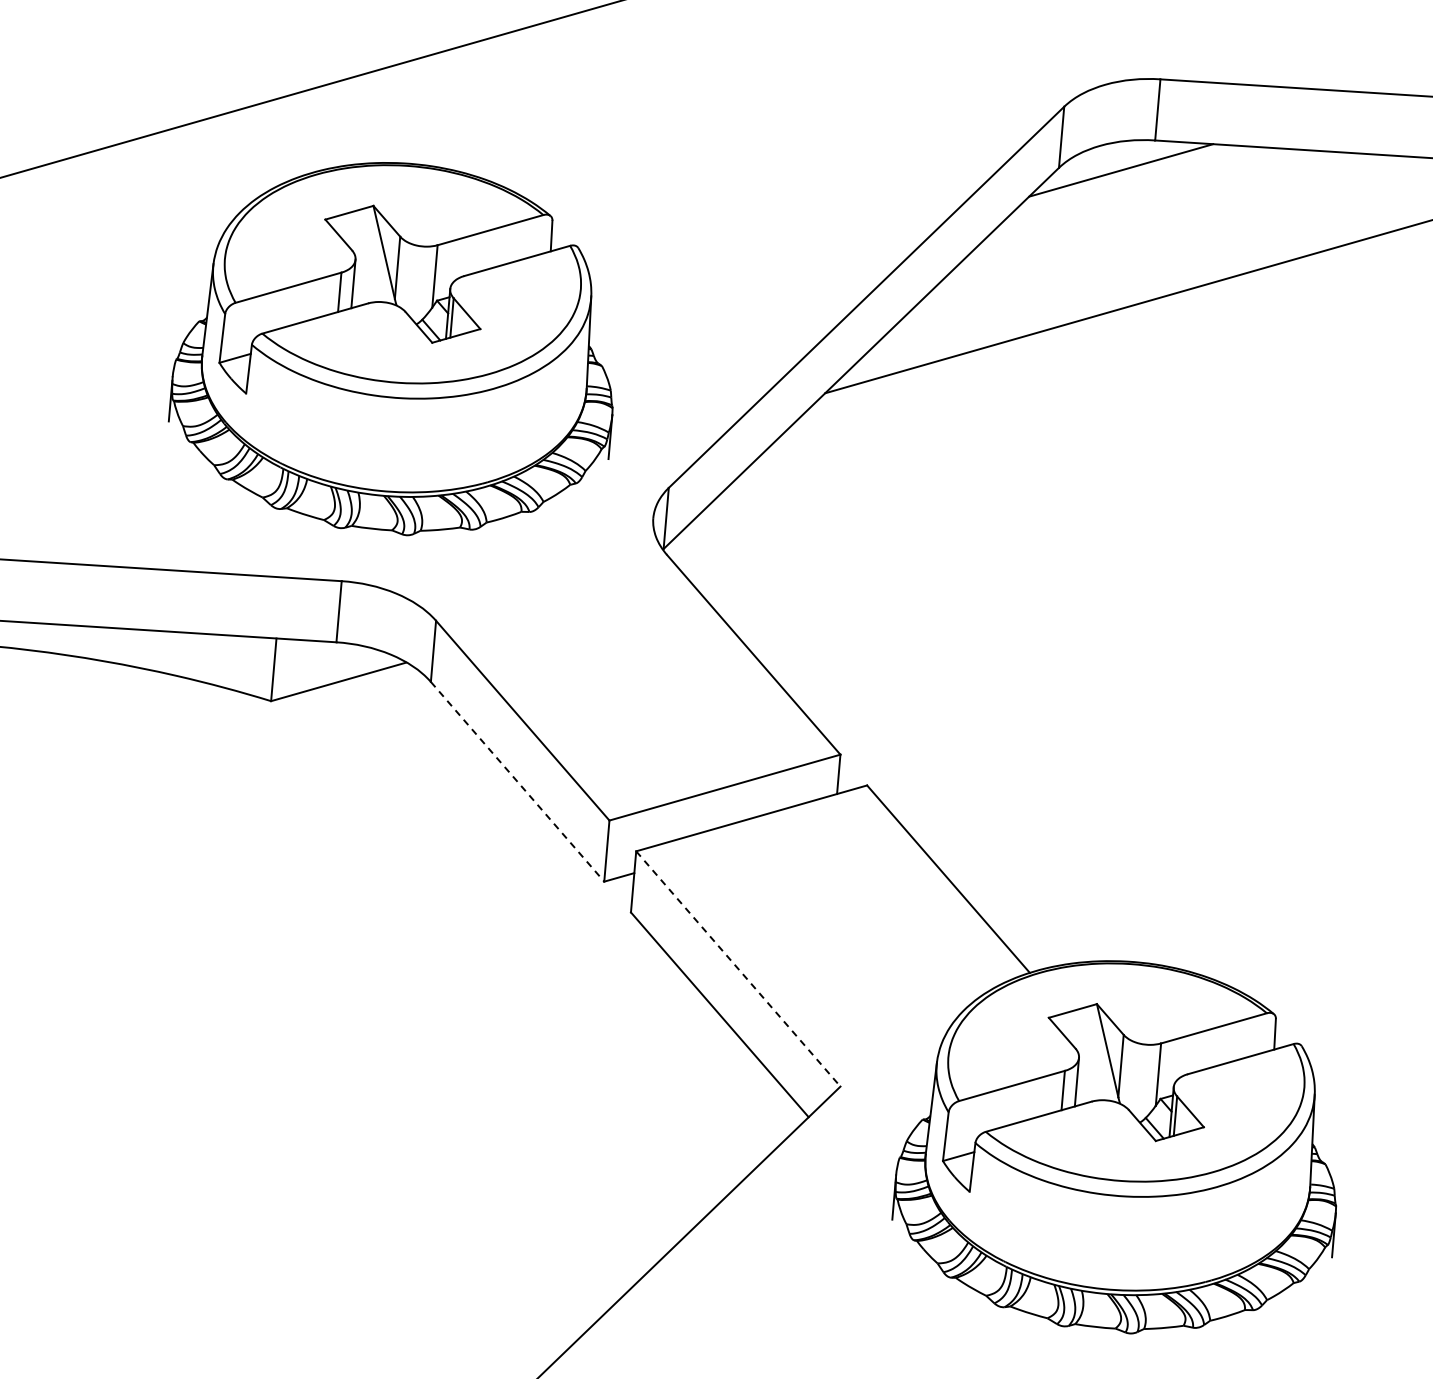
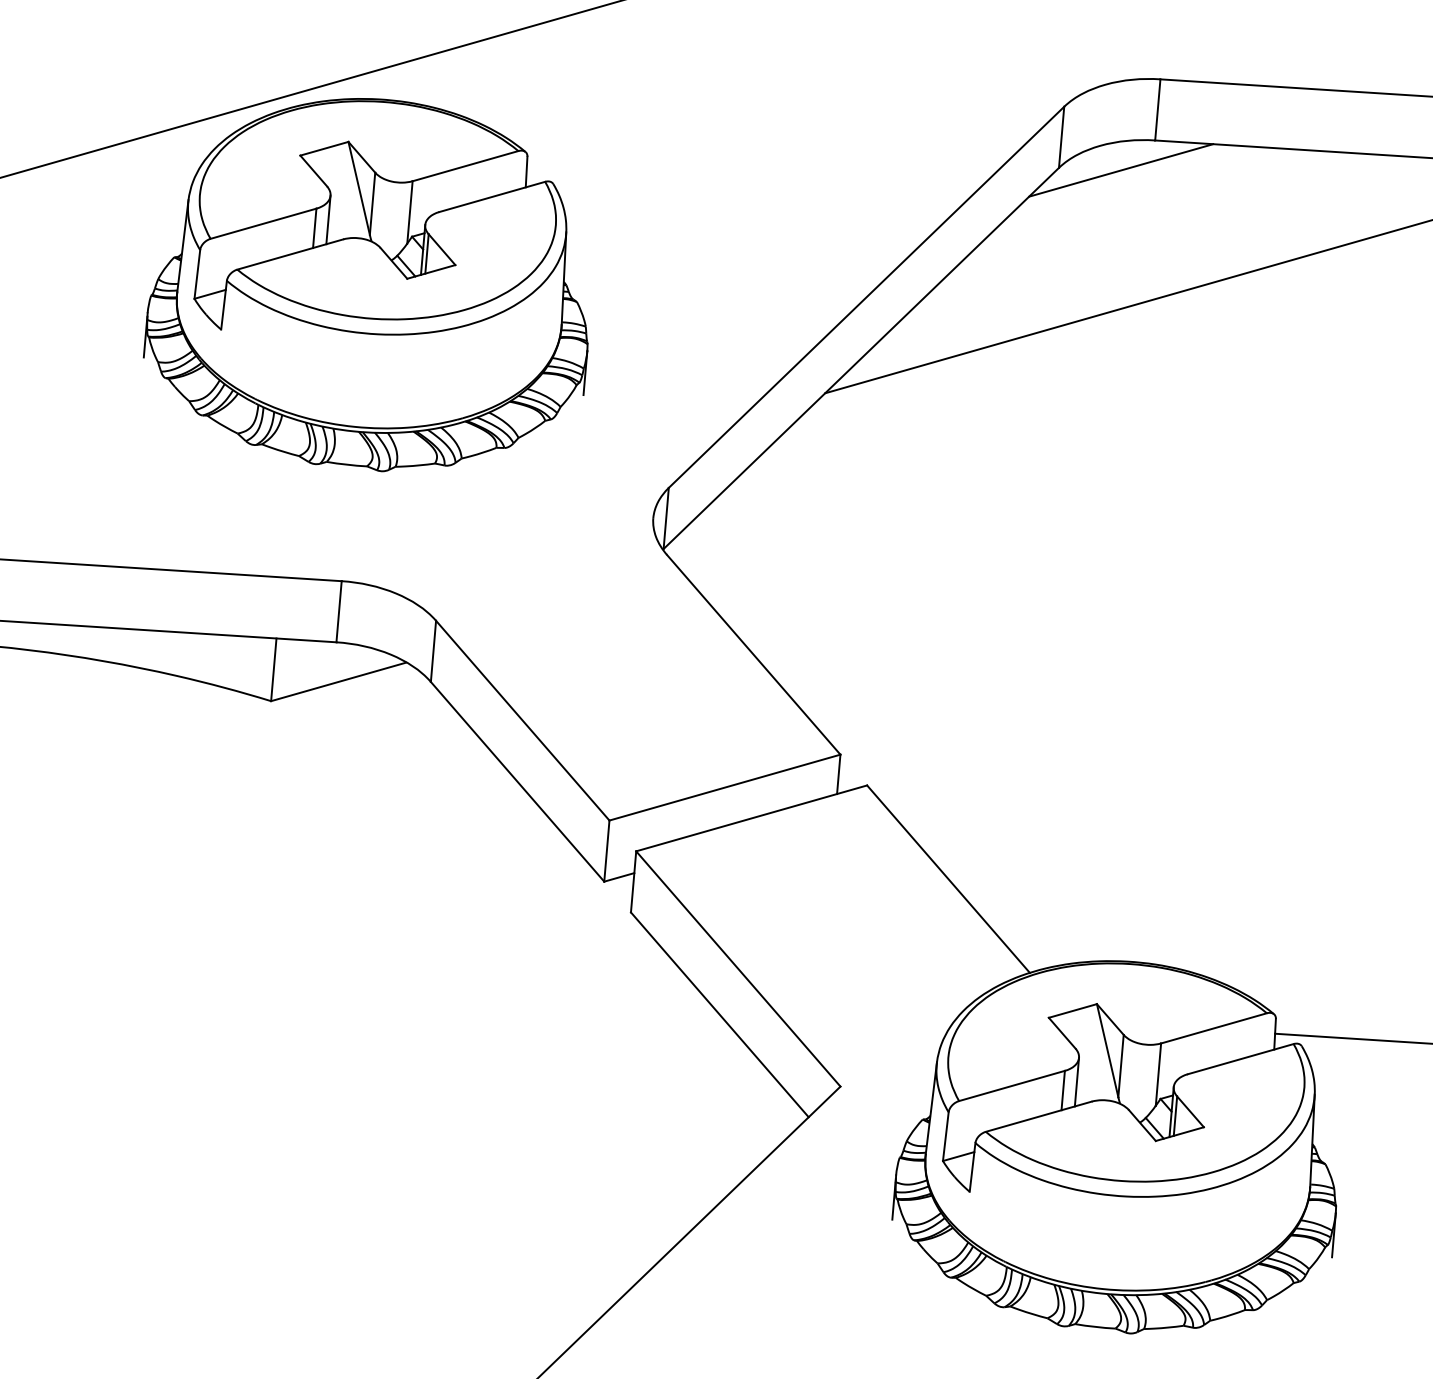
part at (390, 349) position: (390, 349) -> (365, 285)
line at (517, 782): dashed -> solid
line at (738, 968): dashed -> solid
line at (1352, 1038): none -> present
